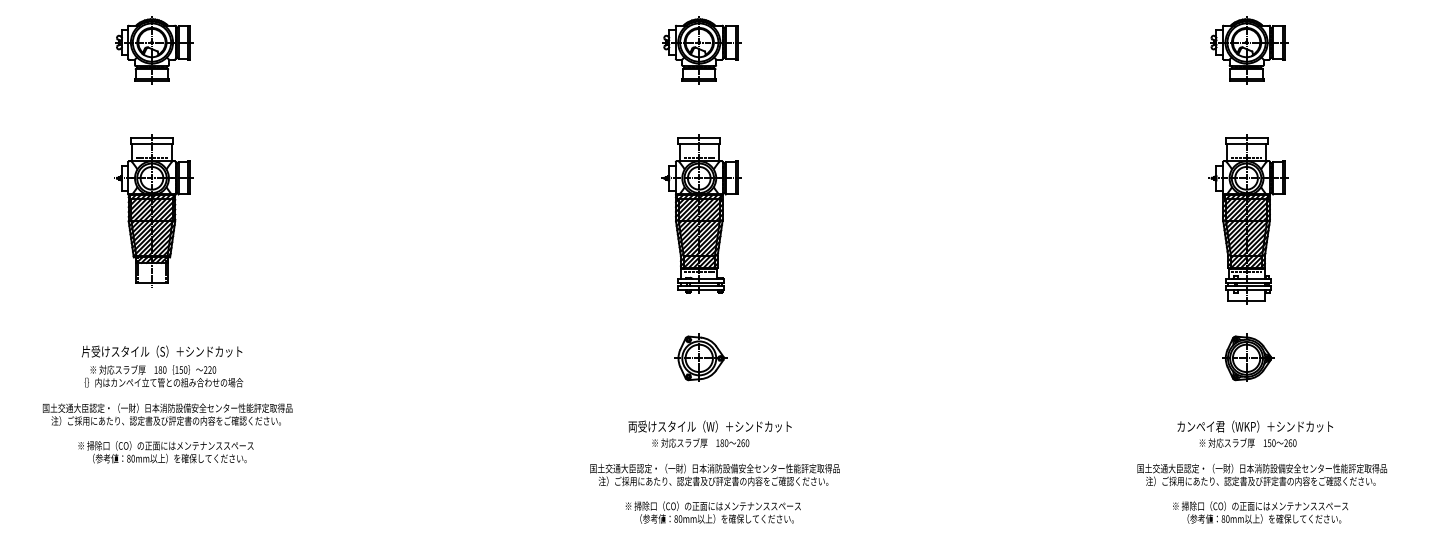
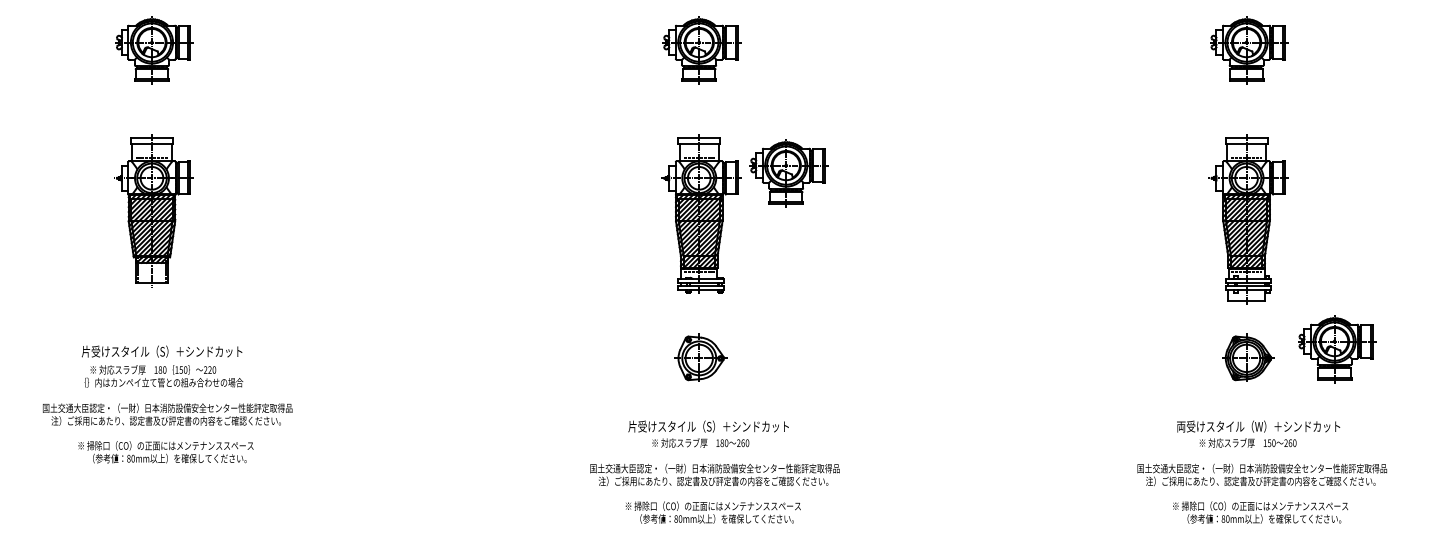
part at (788, 173): none -> present
part at (1337, 349): none -> present
text at (709, 426): 両受けスタイル（W）＋シンドカット -> 片受けスタイル（S）＋シンドカット
text at (1258, 426): カンペイ君（WKP）＋シンドカット -> 両受けスタイル（W）＋シンドカット
